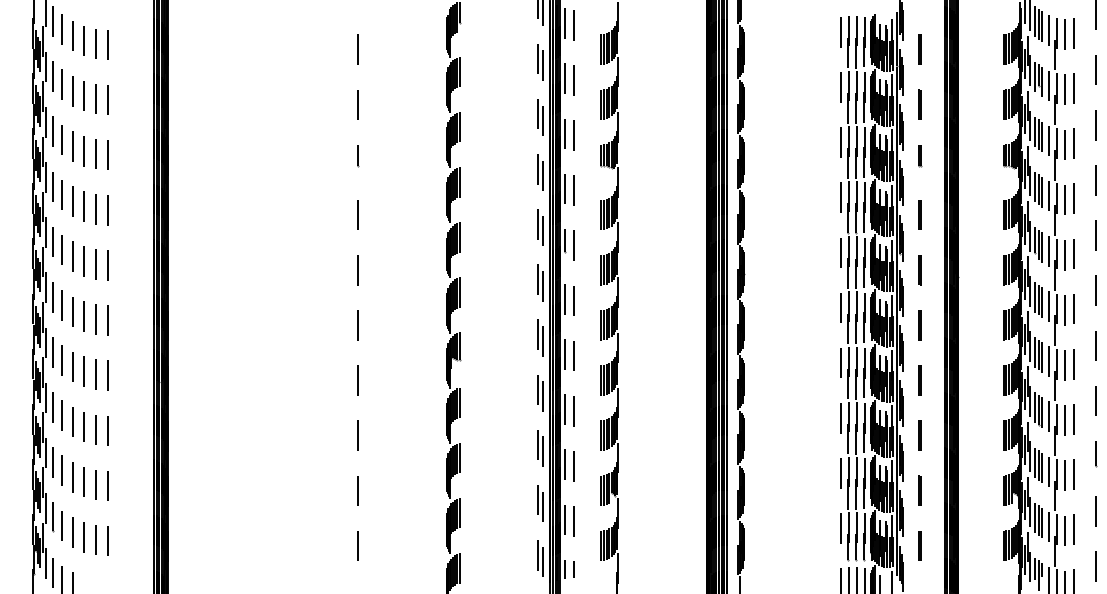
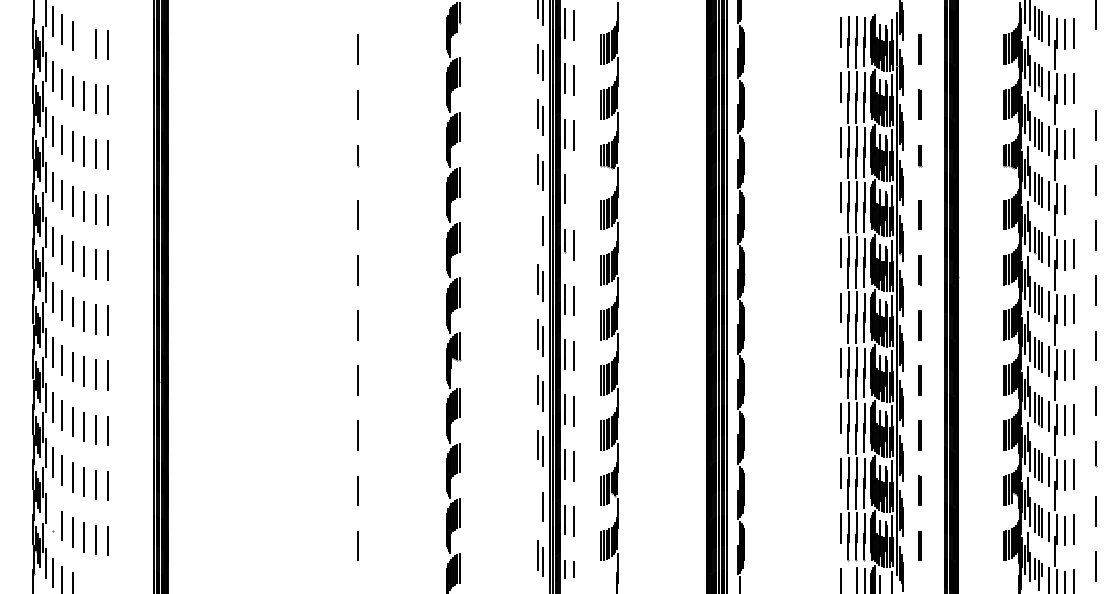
line at (83, 40): present -> none
line at (1095, 69): present -> none
line at (573, 190): present -> none
line at (1073, 198): present -> none
line at (537, 224): present -> none
line at (537, 499): present -> none
line at (53, 516): present -> none
line at (848, 578): present -> none
